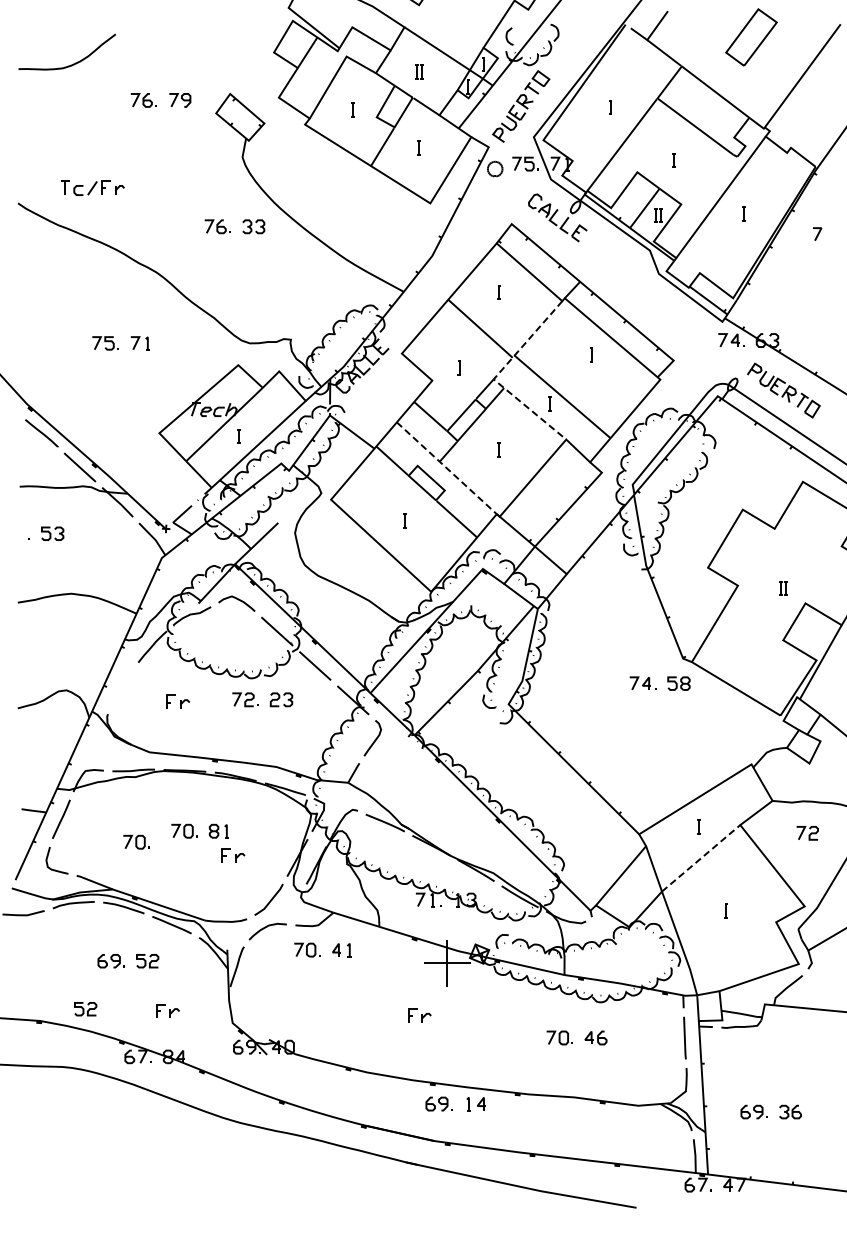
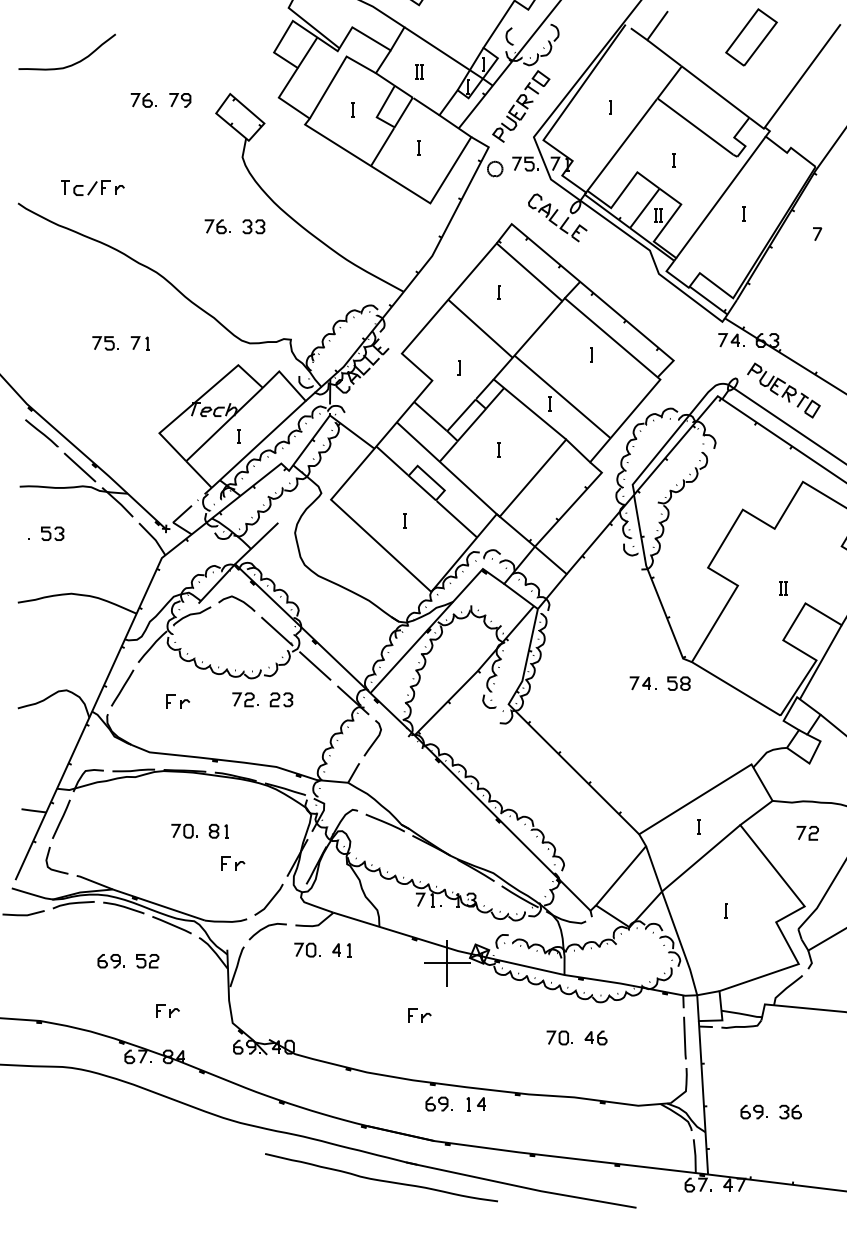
line at (496, 376): dashed -> solid
line at (446, 467): dashed -> solid
line at (122, 687): none -> present
part at (136, 841): present -> none
part at (233, 855) position: (233, 855) -> (233, 863)
line at (701, 858): dashed -> solid
part at (85, 1009): present -> none
curve at (381, 1179): none -> present
